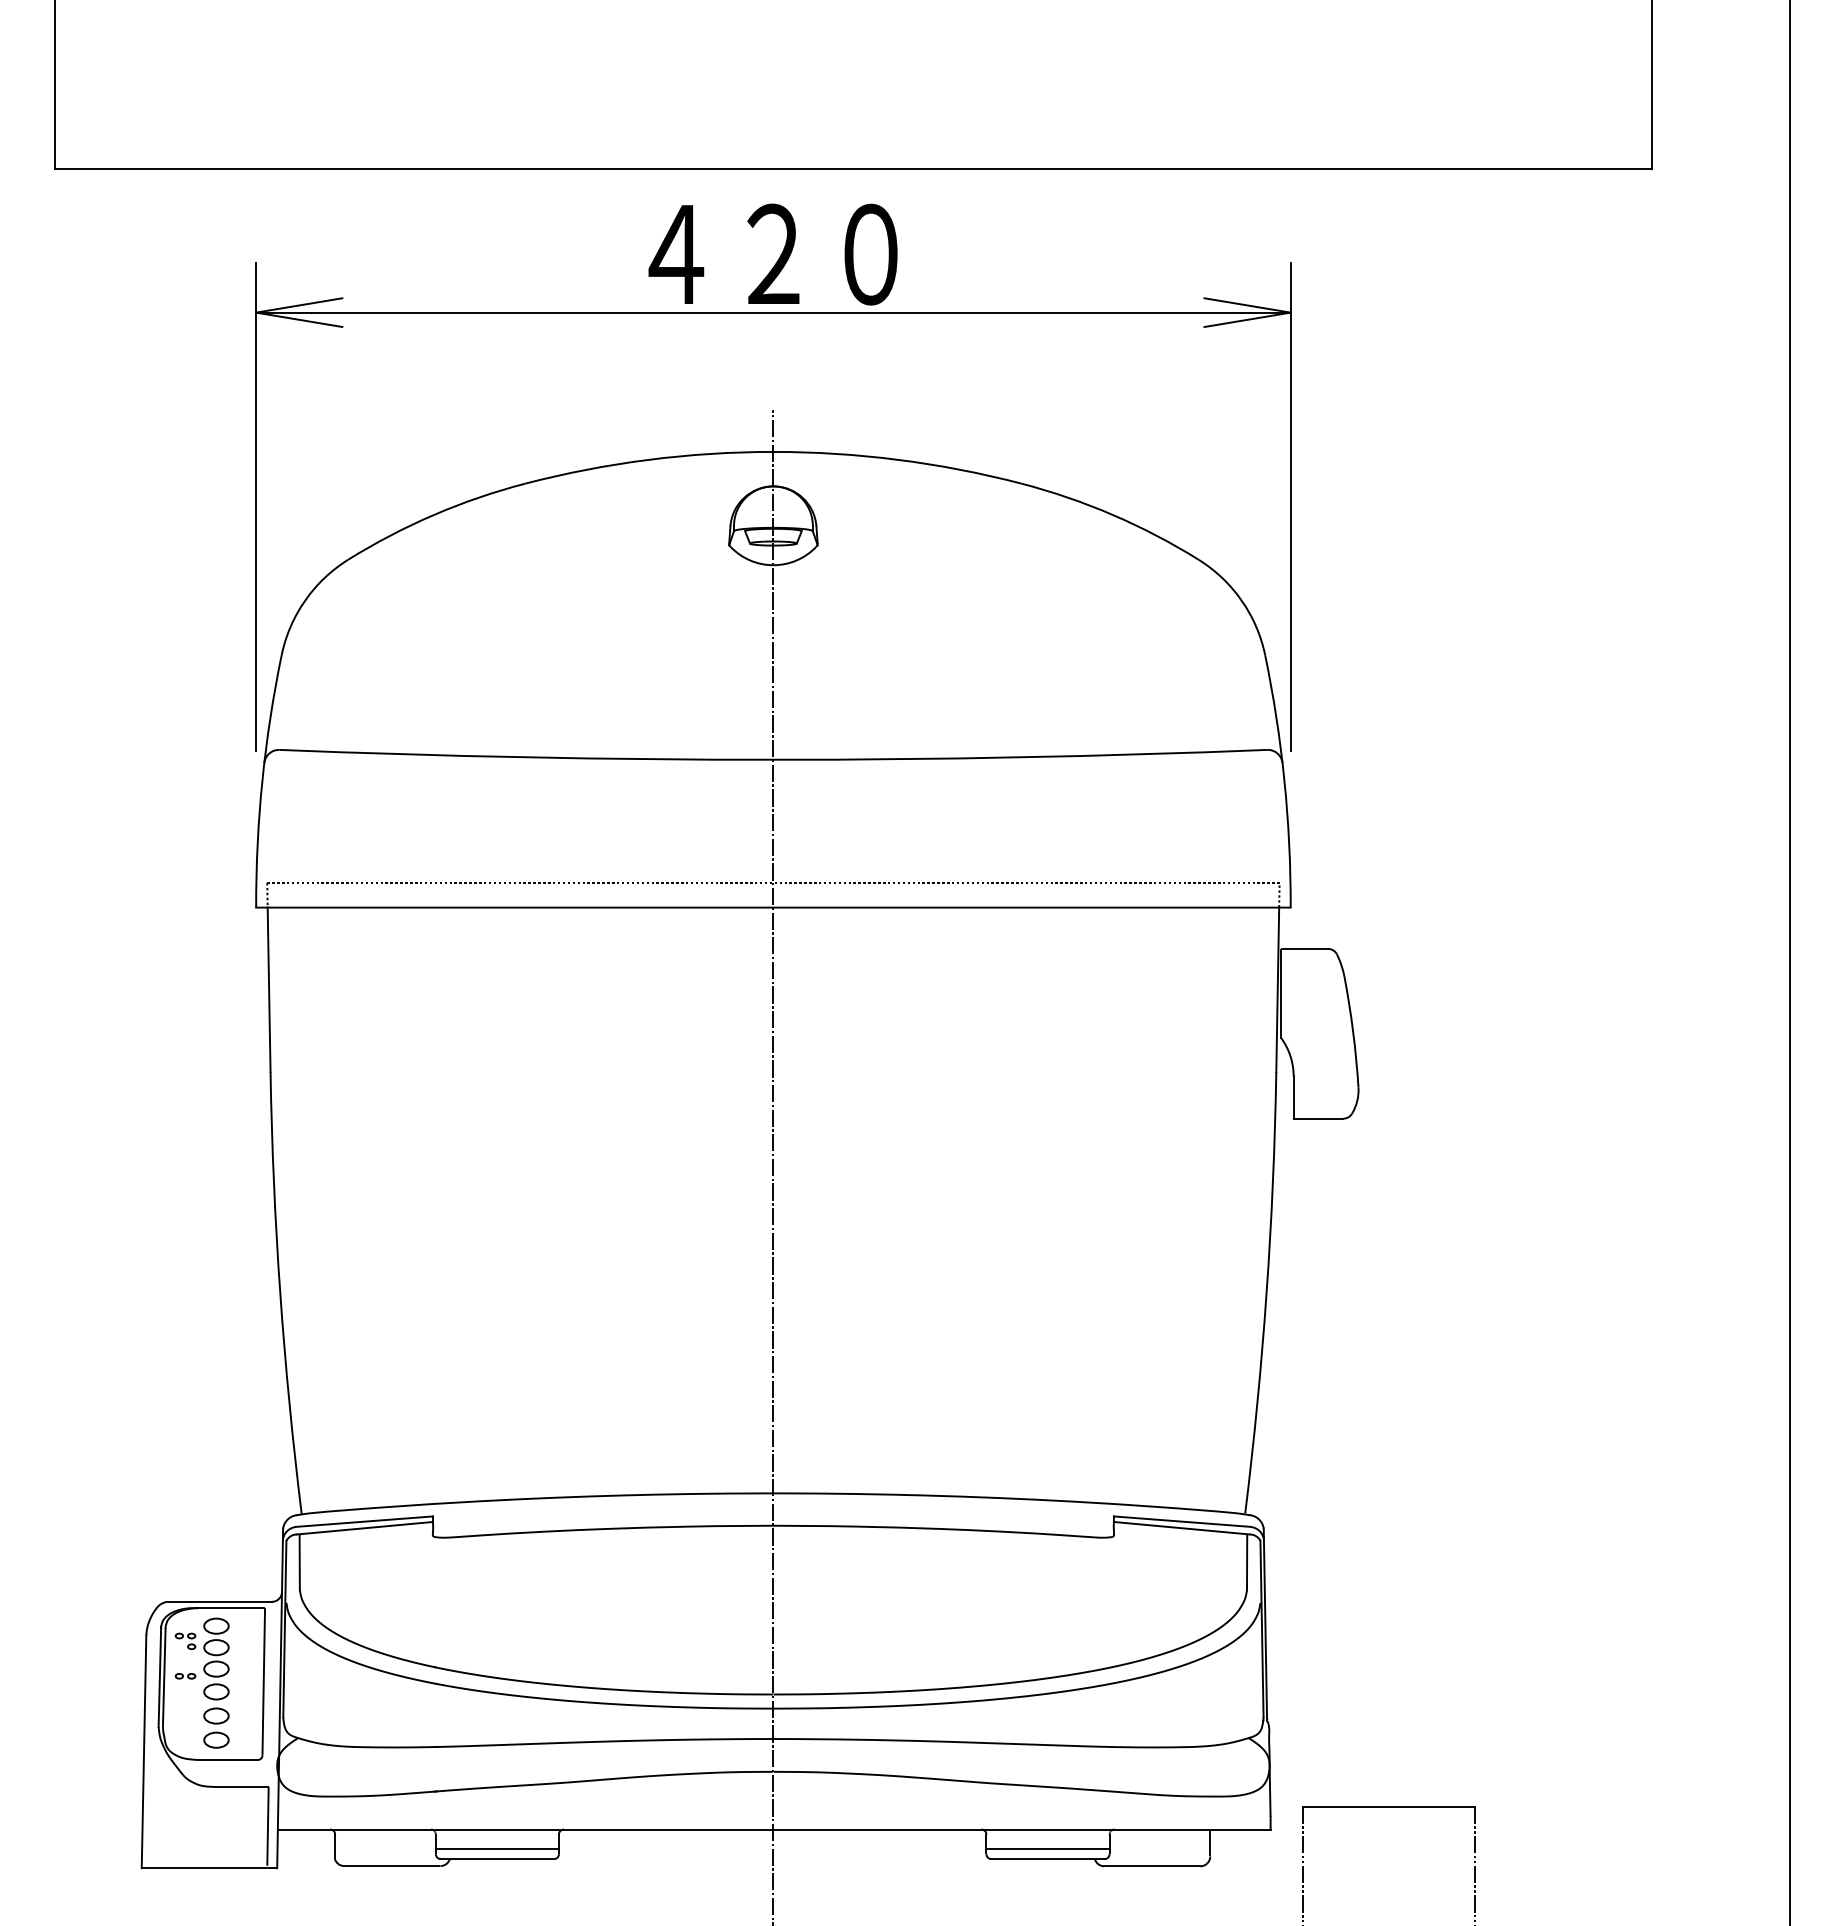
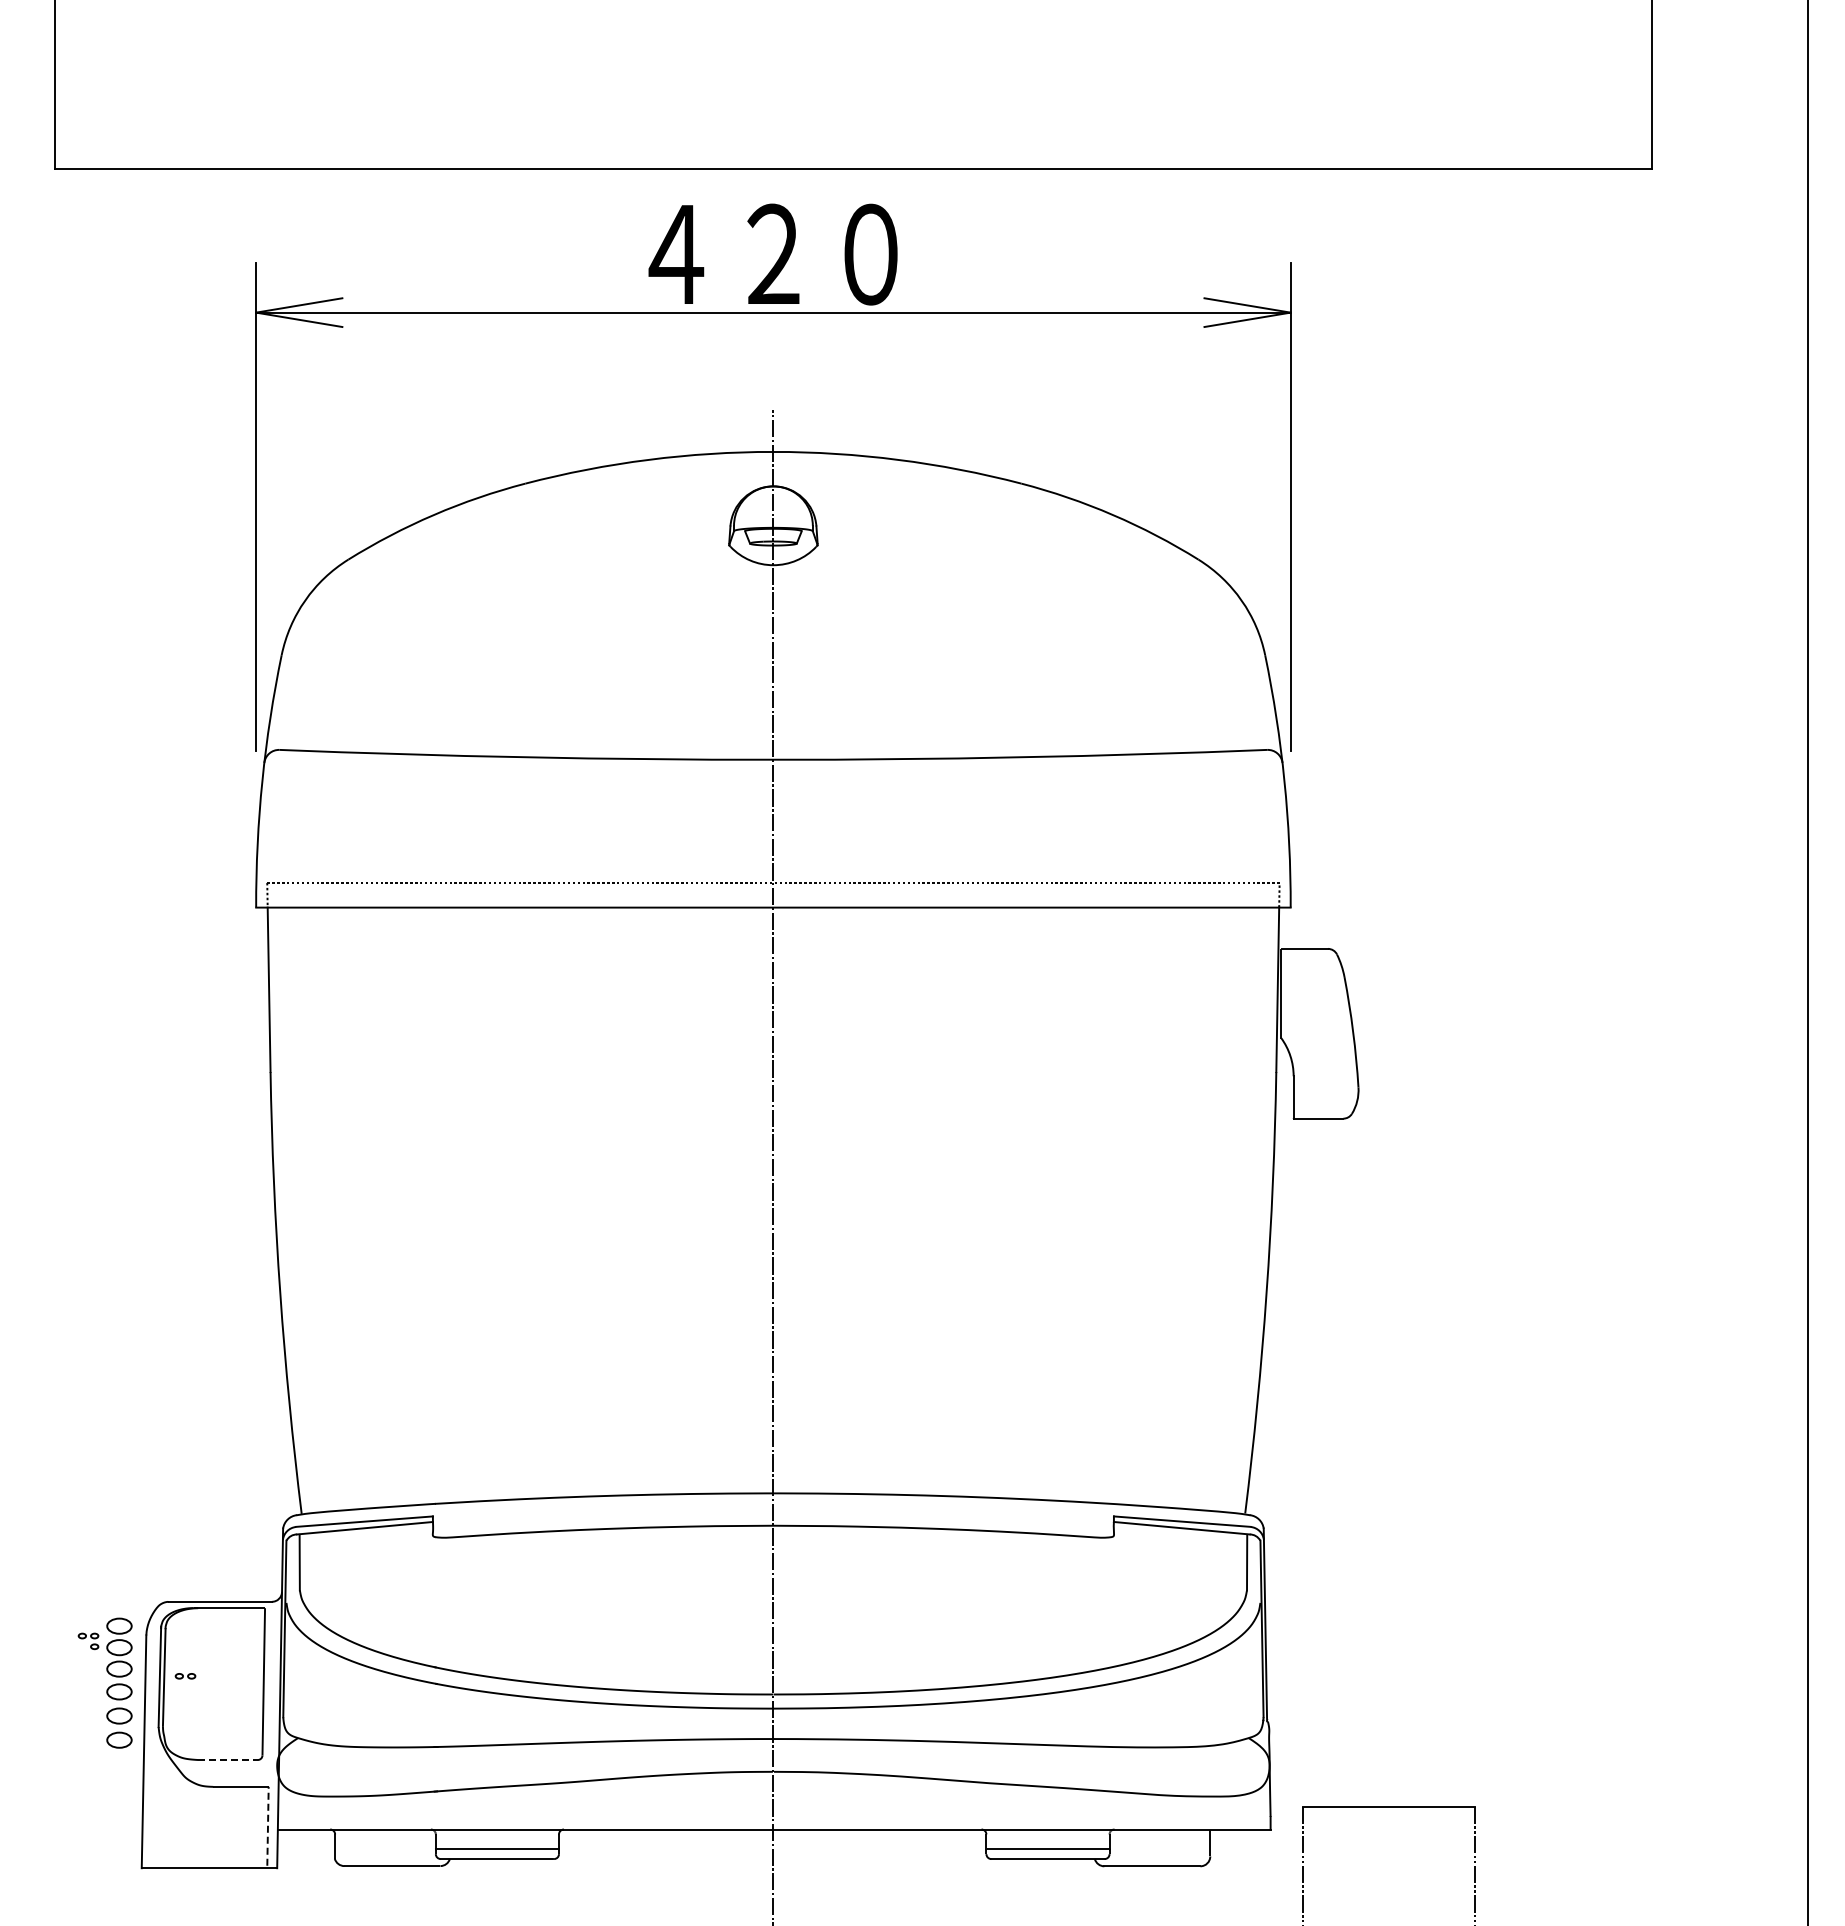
line at (1789, 962) position: (1789, 962) -> (1807, 962)
part at (206, 1686) position: (206, 1686) -> (109, 1686)
line at (228, 1760): solid -> dashed
line at (268, 1825): solid -> dashed
